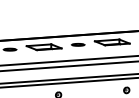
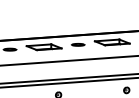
line at (68, 66): present -> none
